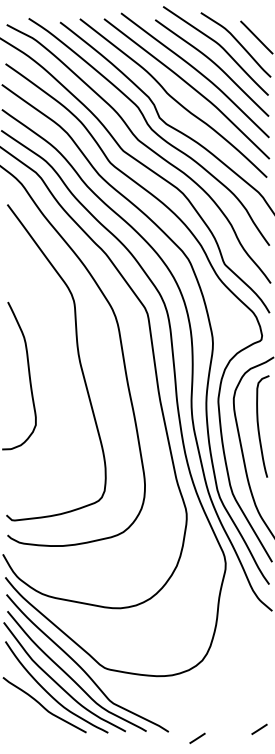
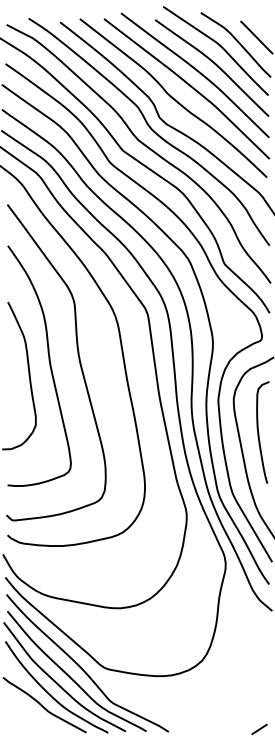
curve at (49, 365): none -> present
curve at (259, 426) position: (259, 426) -> (259, 432)
line at (197, 737): present -> none
